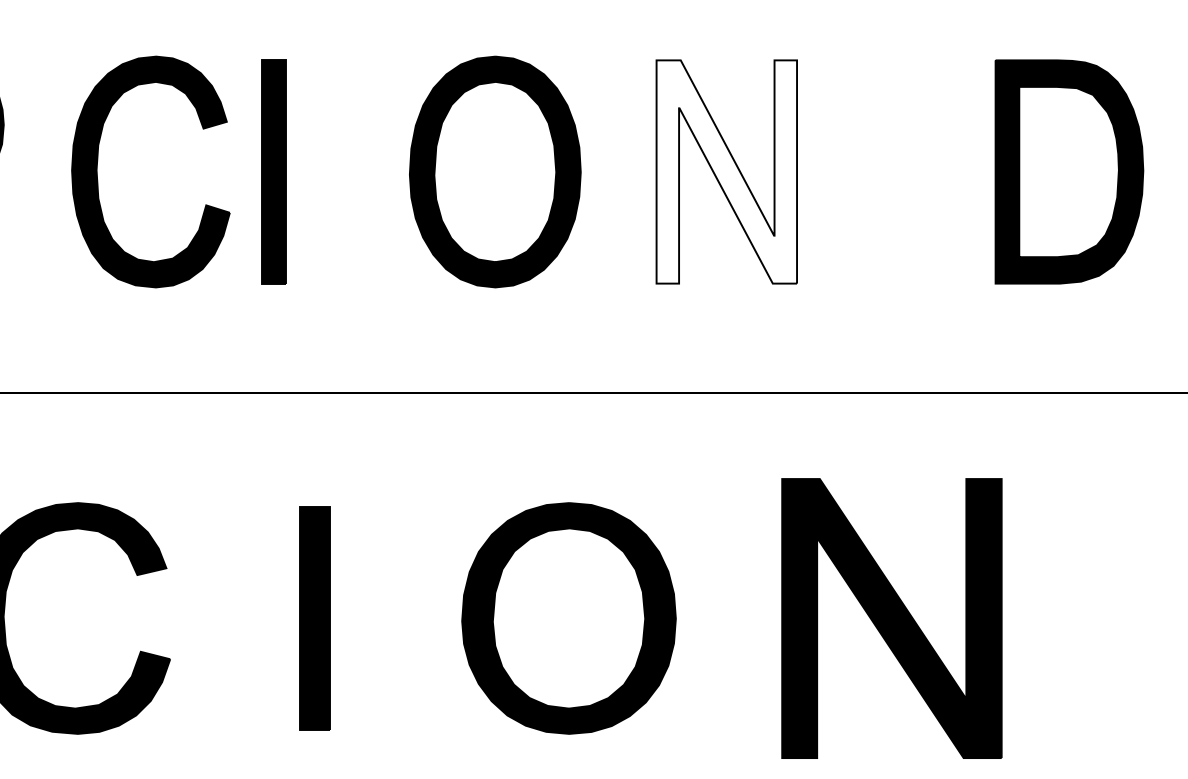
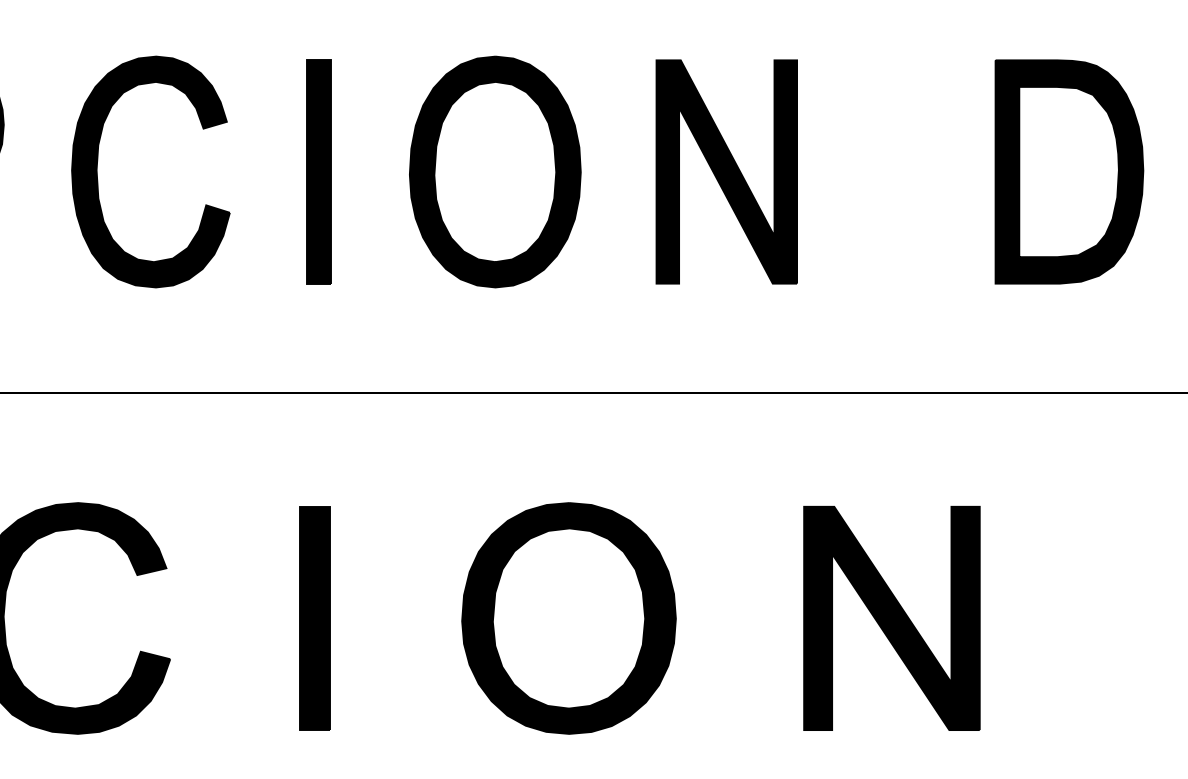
part at (273, 171) position: (273, 171) -> (318, 171)
fill at (726, 171): none -> present
part at (891, 618) size: 222x281 px -> 178x226 px
